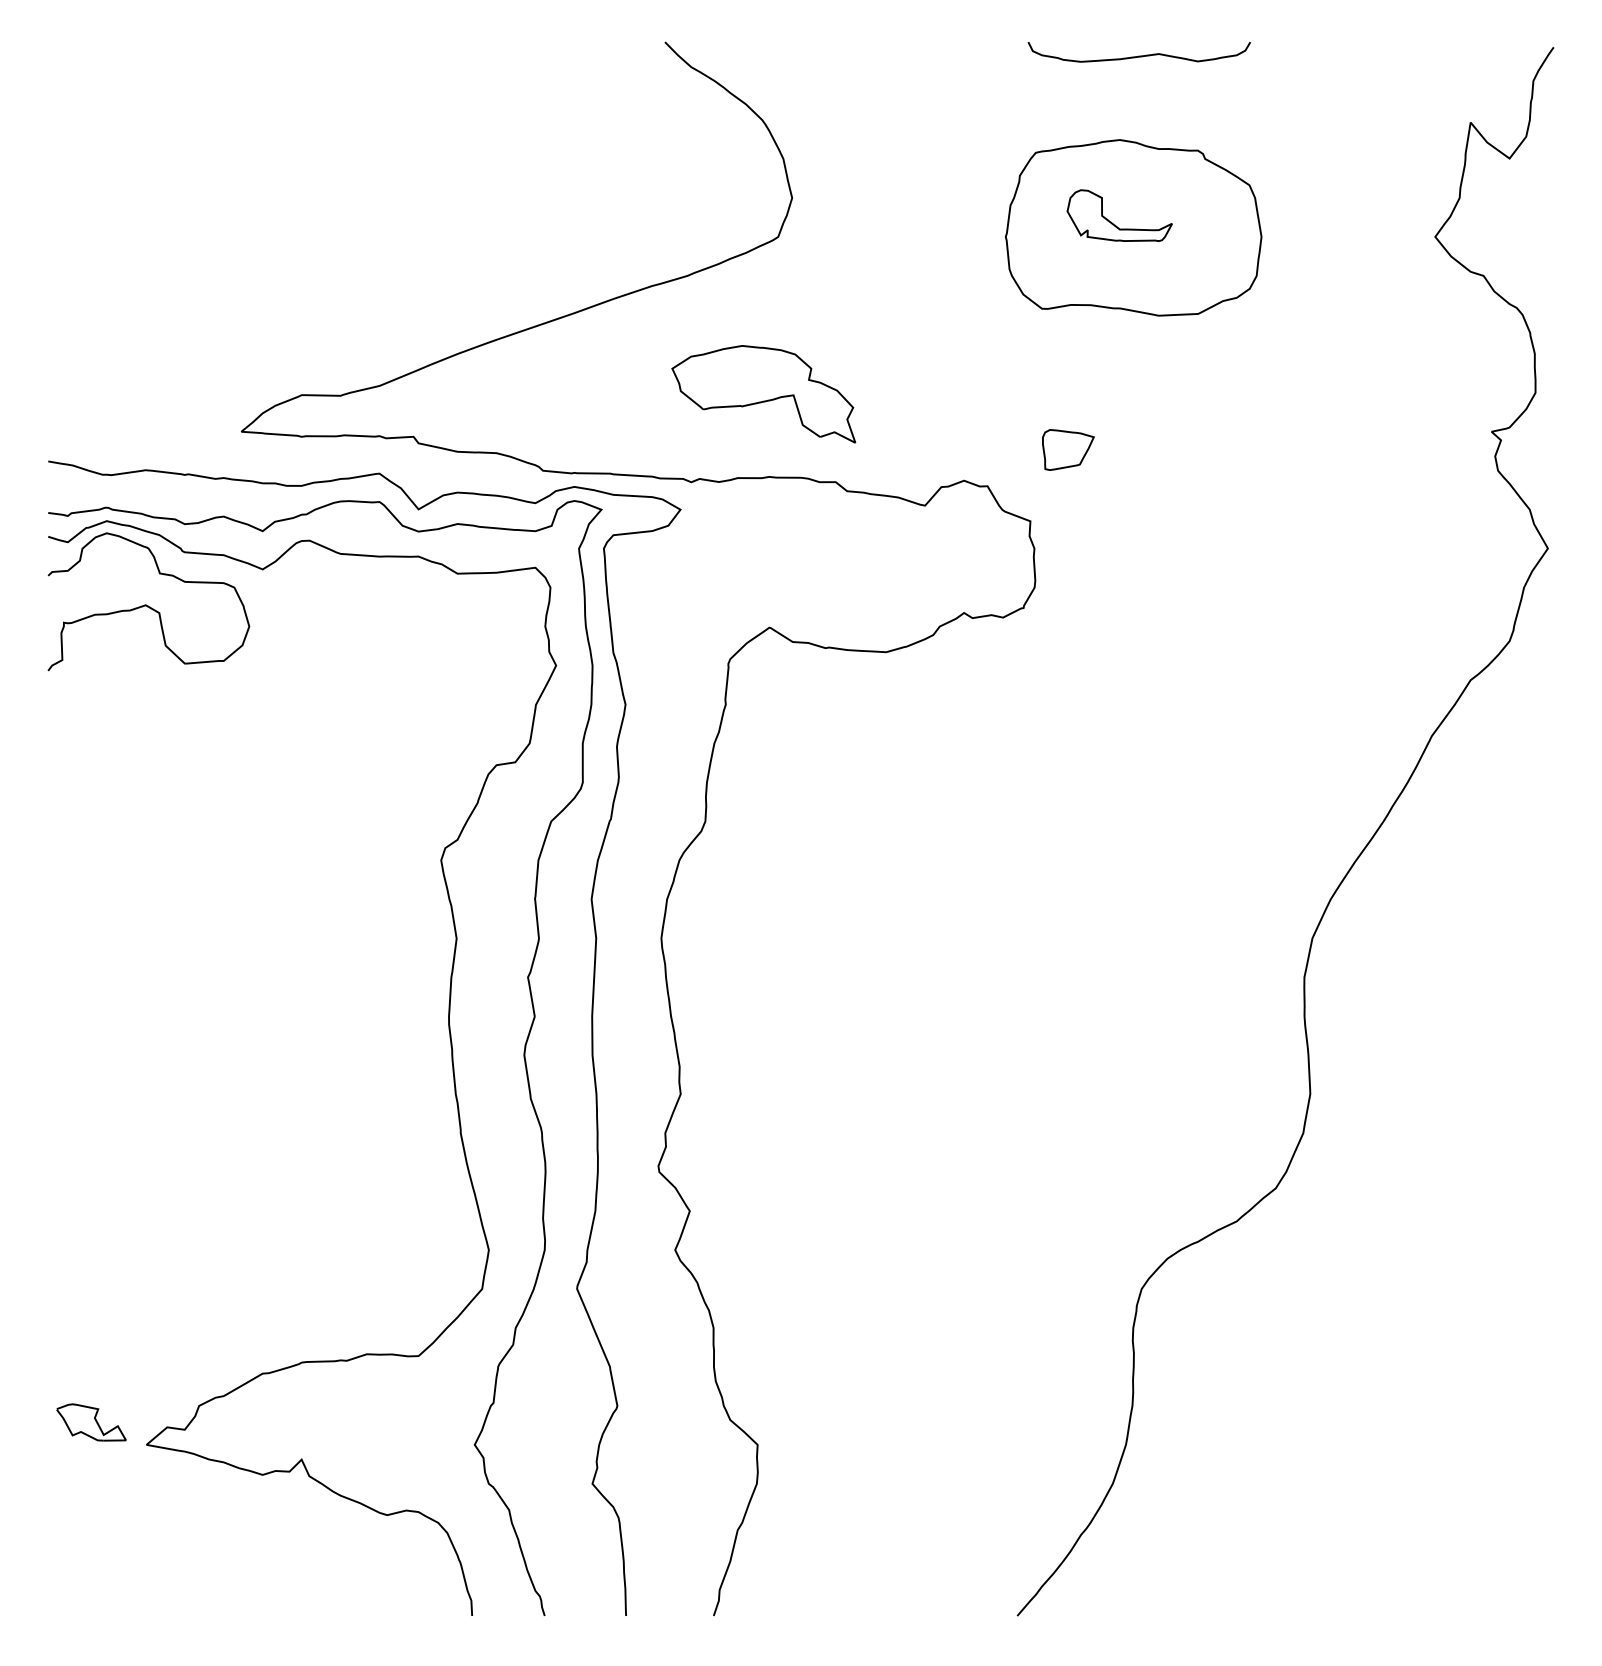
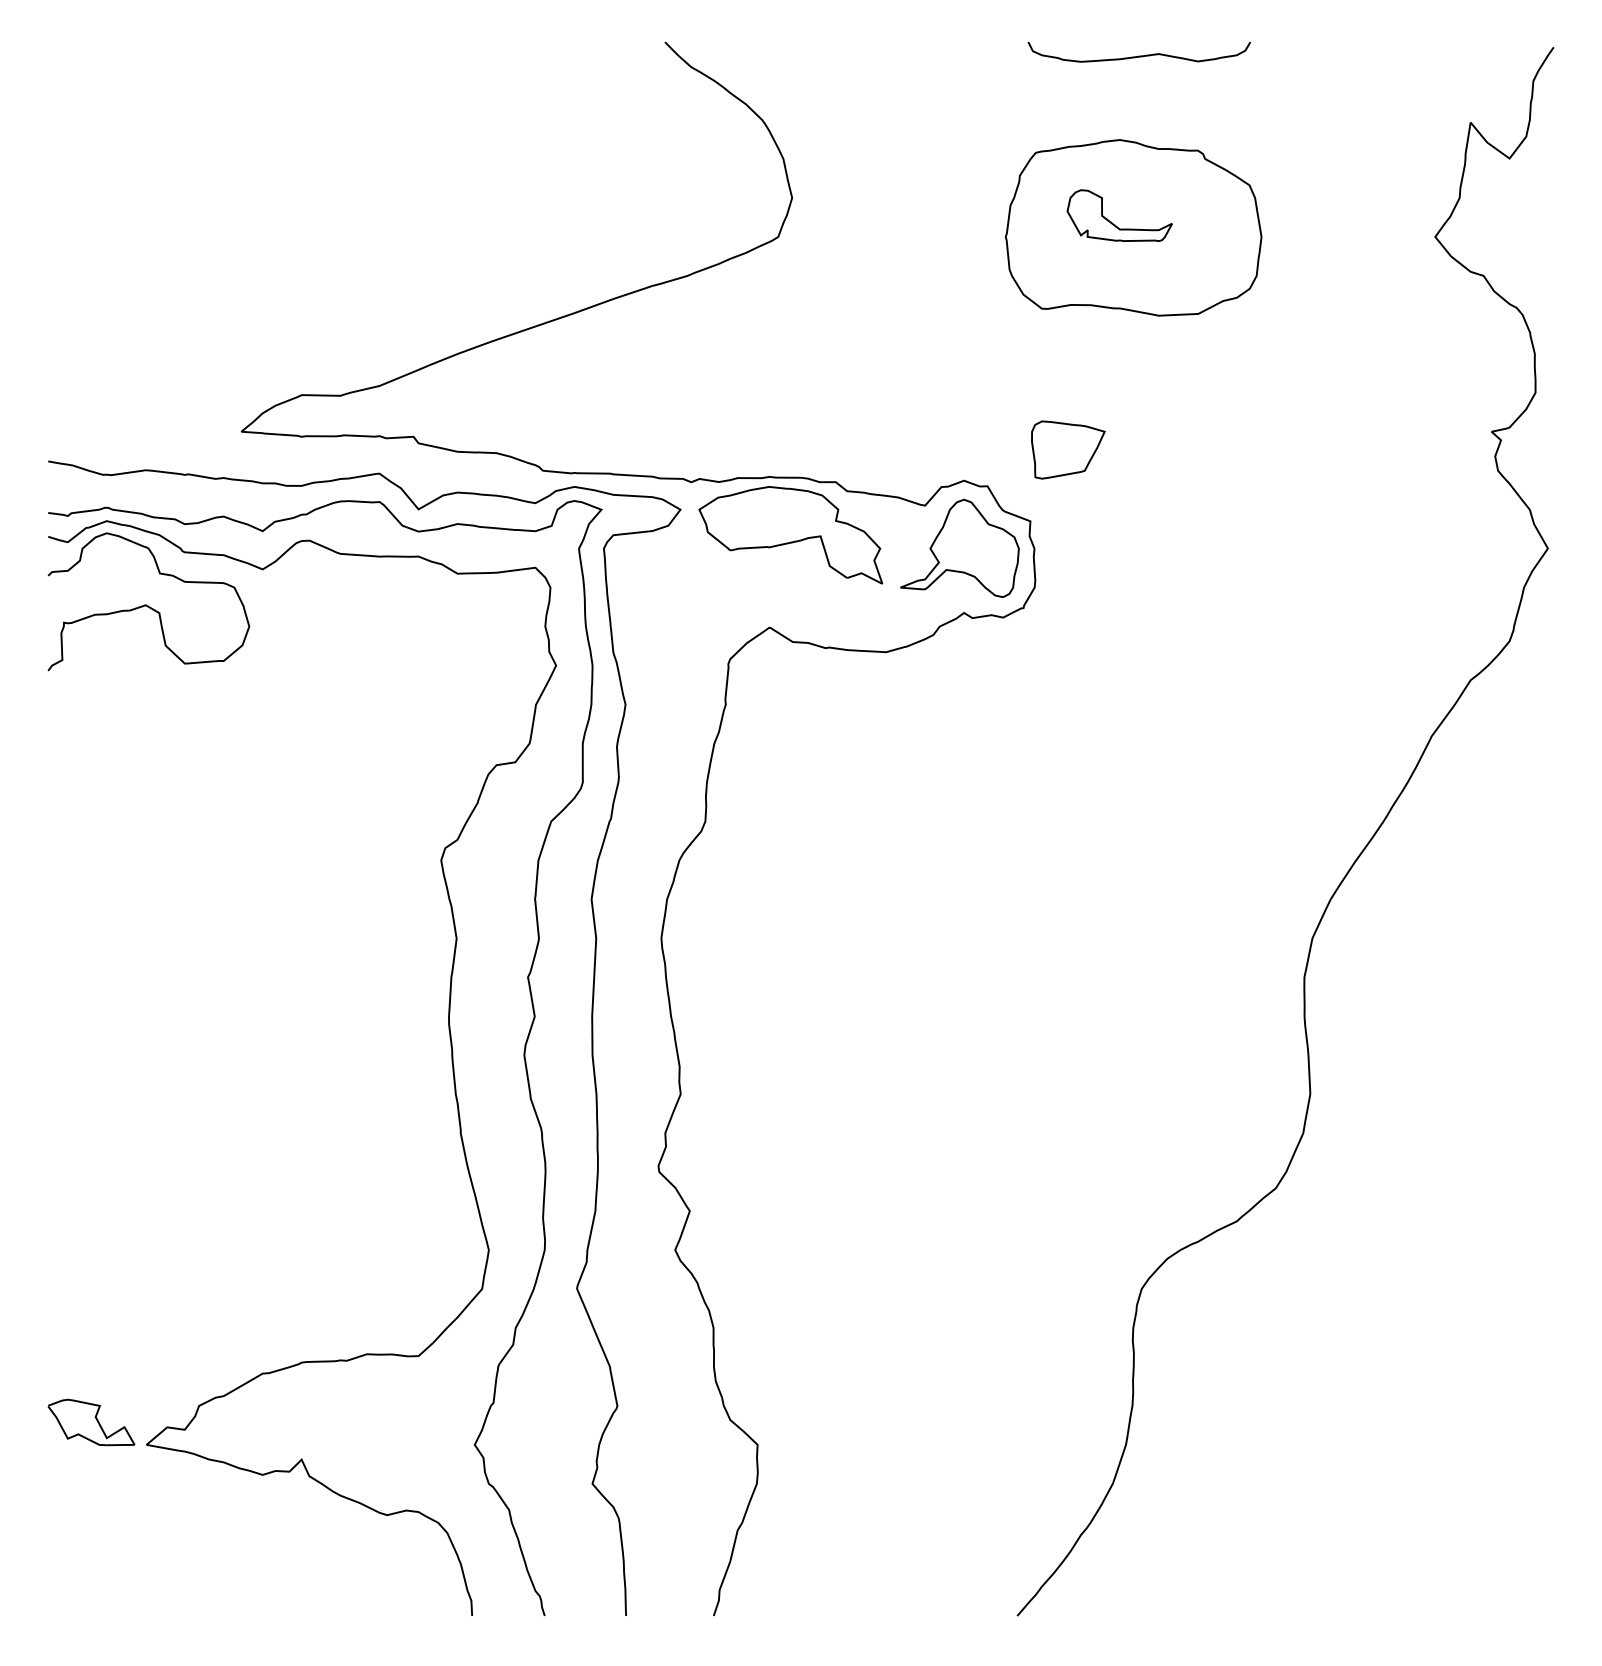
part at (763, 394) position: (763, 394) -> (790, 535)
part at (1068, 449) size: 53x42 px -> 75x60 px
part at (959, 547): none -> present
part at (91, 1422) size: 71x39 px -> 89x49 px
